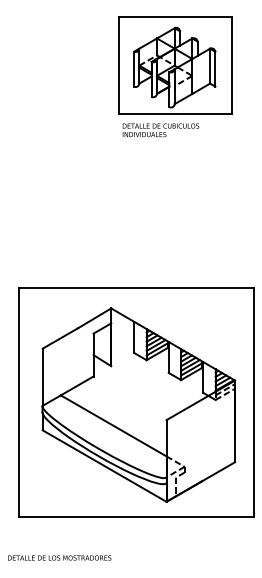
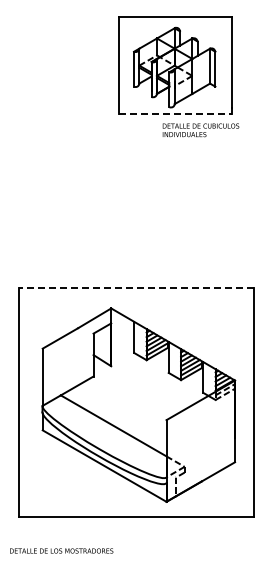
line at (175, 114): solid -> dashed
text at (160, 130) position: (160, 130) -> (200, 130)
line at (136, 287): solid -> dashed
text at (59, 557) position: (59, 557) -> (61, 550)
